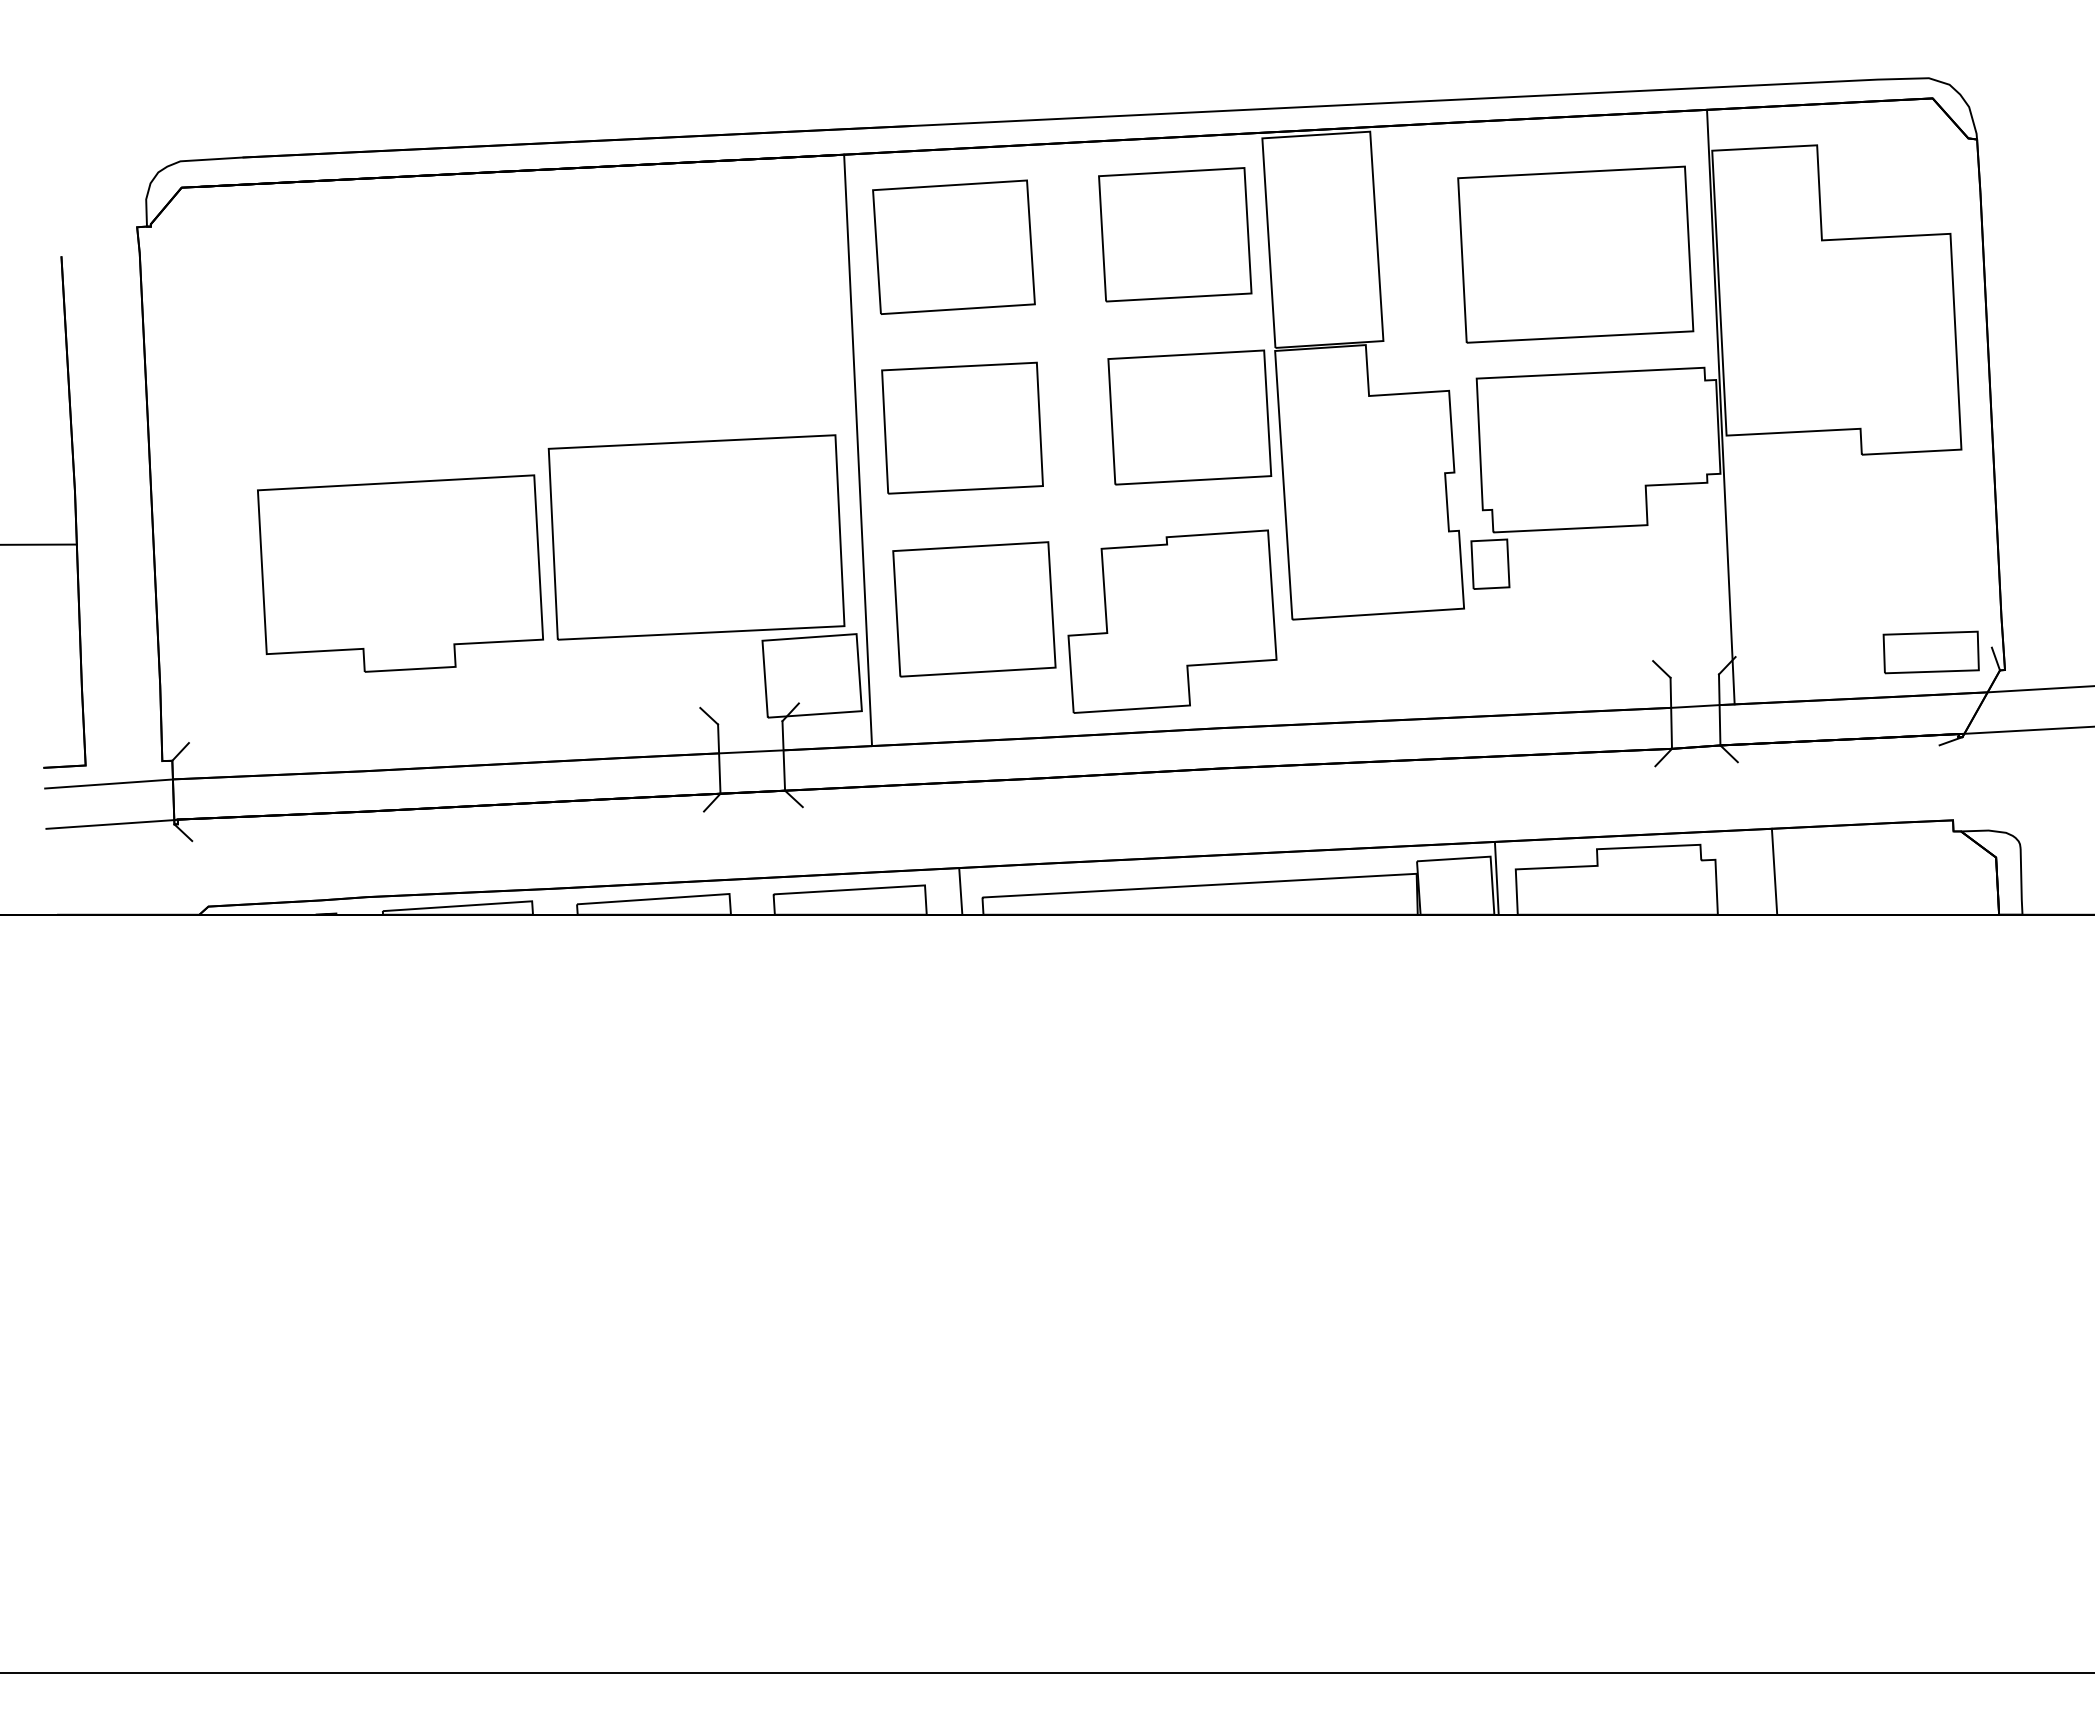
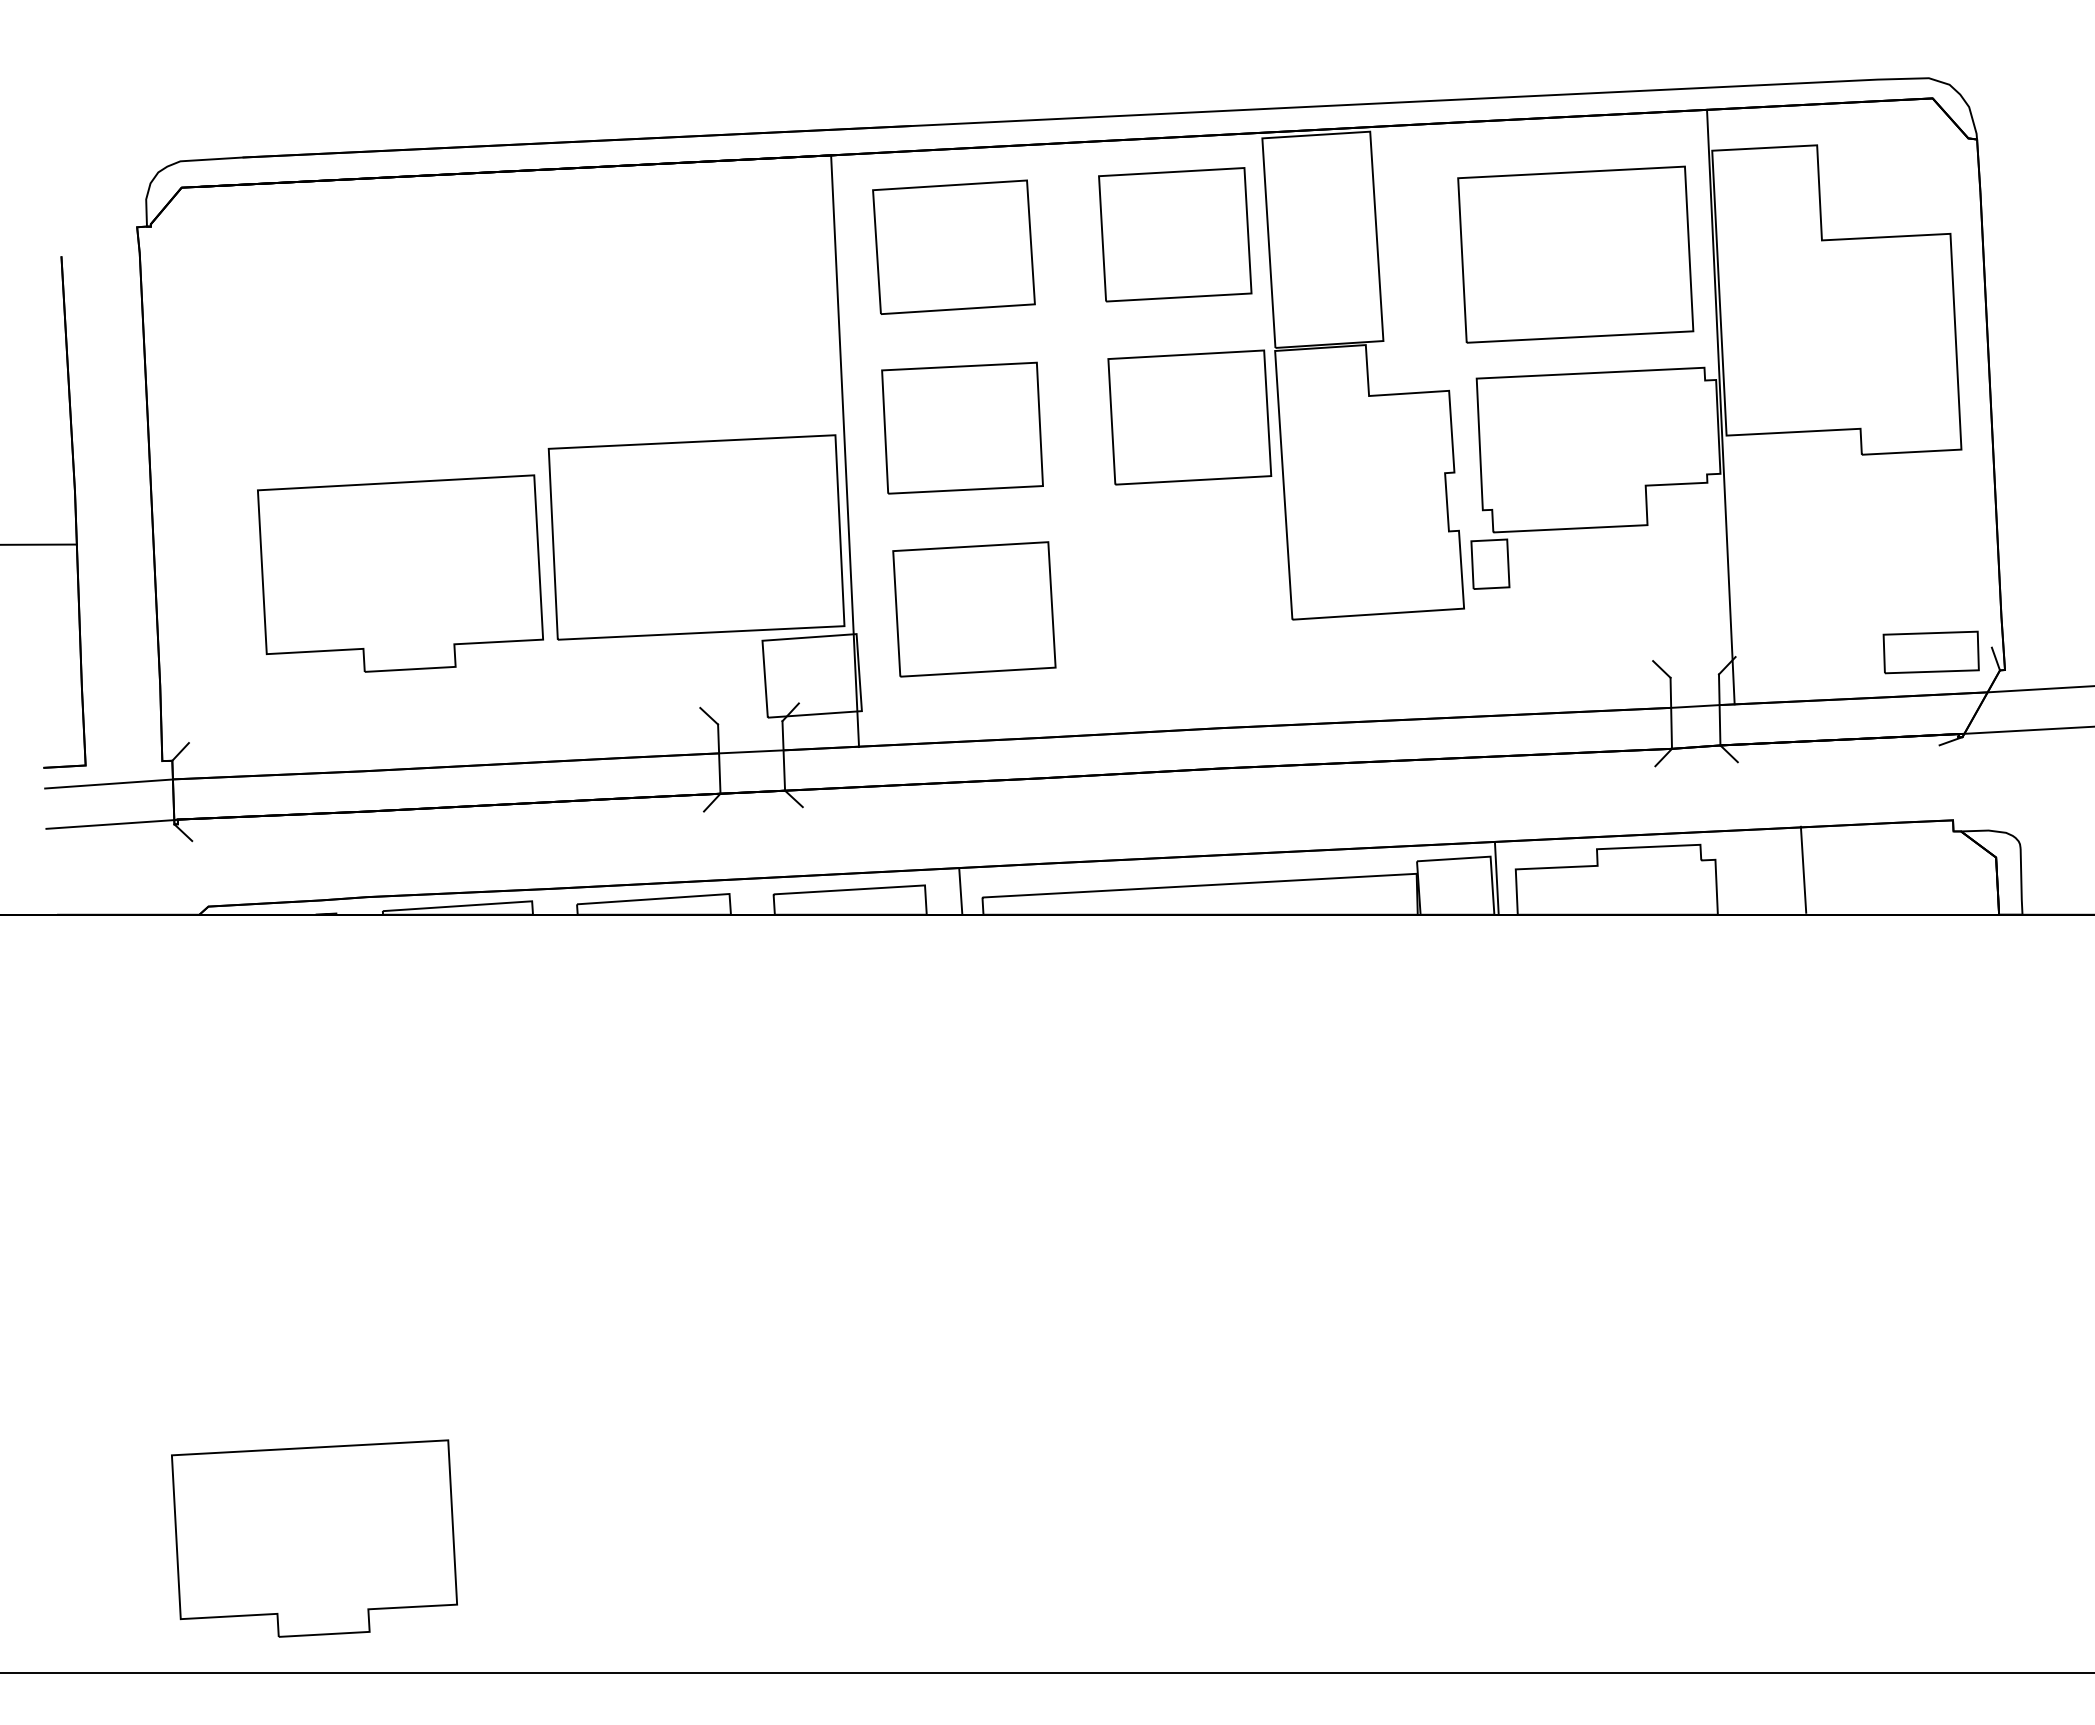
line at (858, 450) position: (858, 450) -> (845, 451)
part at (1172, 621): present -> none
line at (1774, 871) position: (1774, 871) -> (1803, 869)
part at (314, 1538): none -> present
